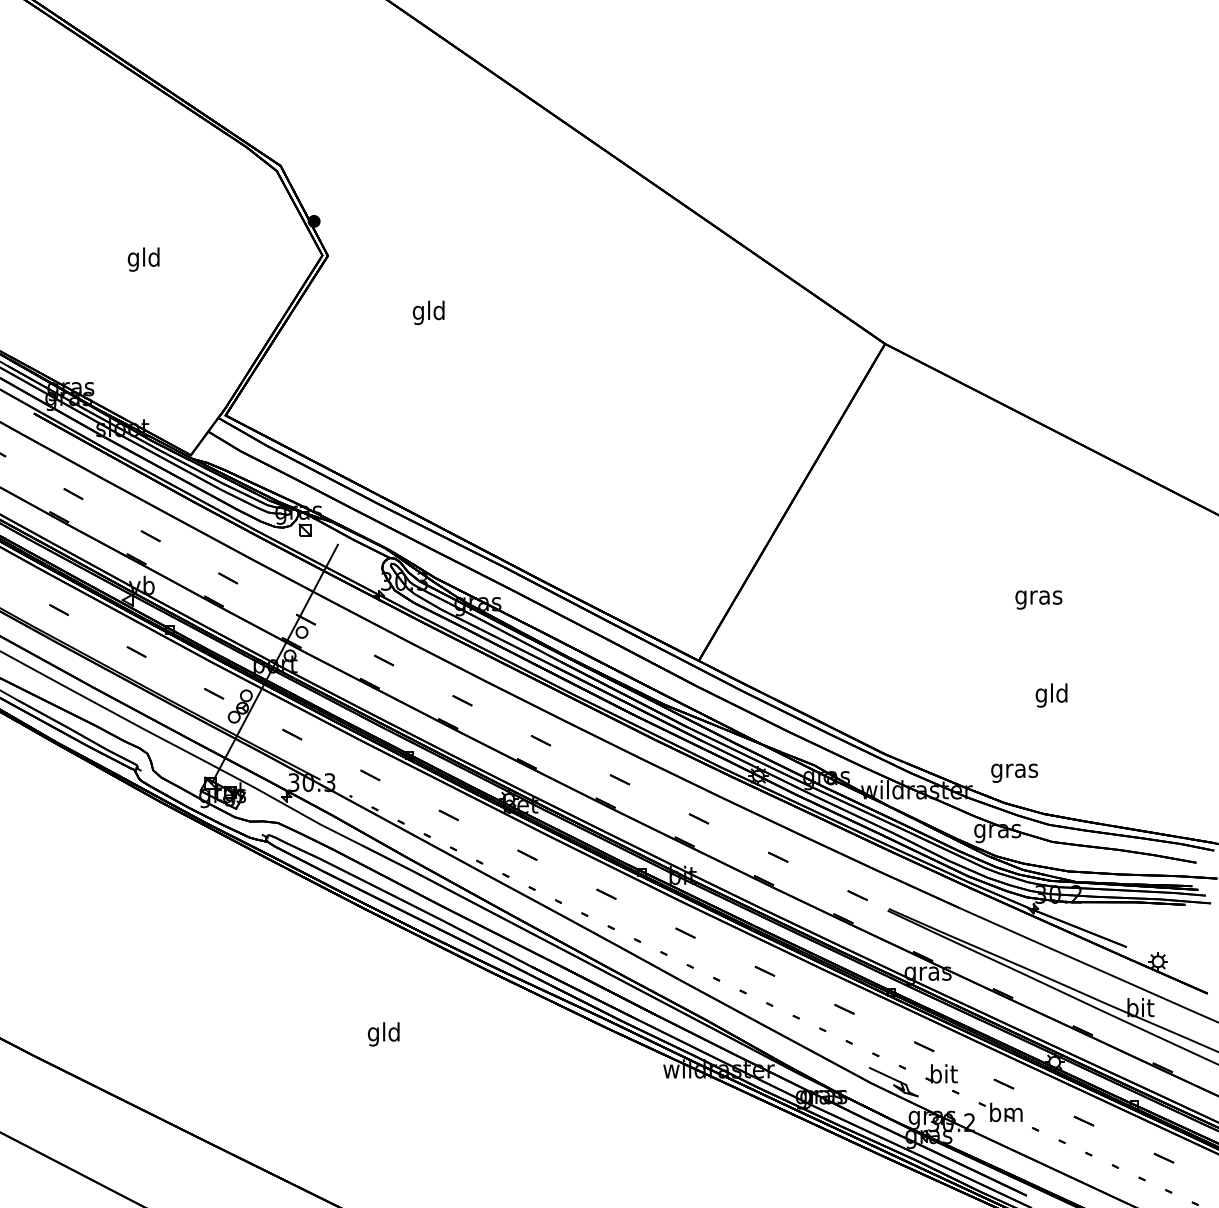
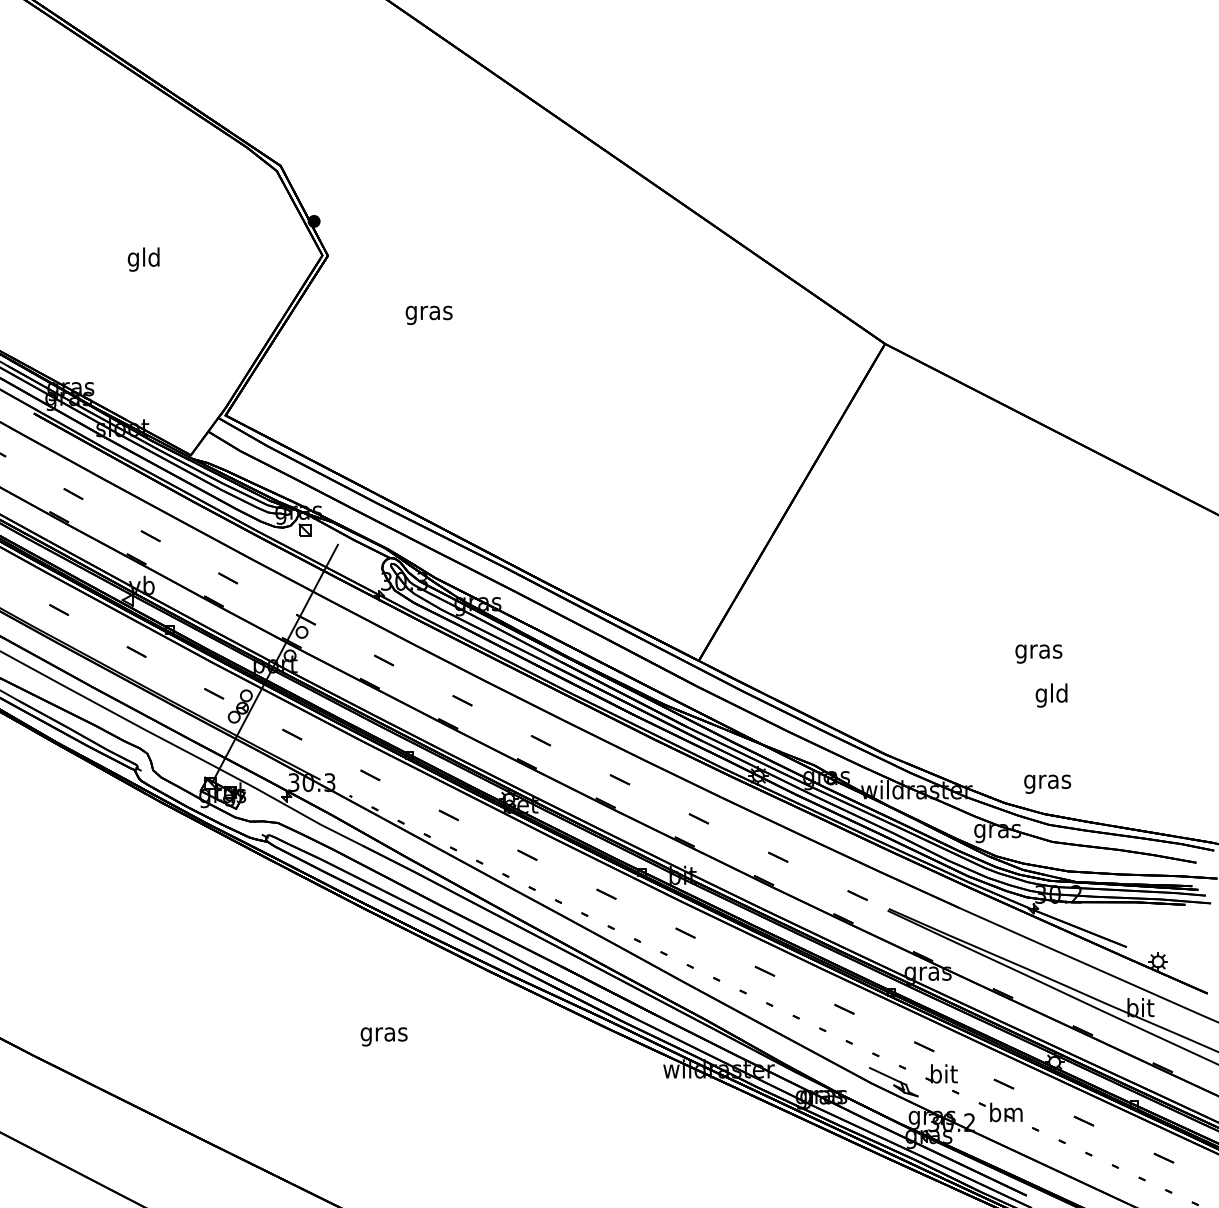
text at (428, 312): gld -> gras
text at (1038, 599) position: (1038, 599) -> (1038, 653)
text at (1014, 772) position: (1014, 772) -> (1047, 783)
text at (383, 1034): gld -> gras
